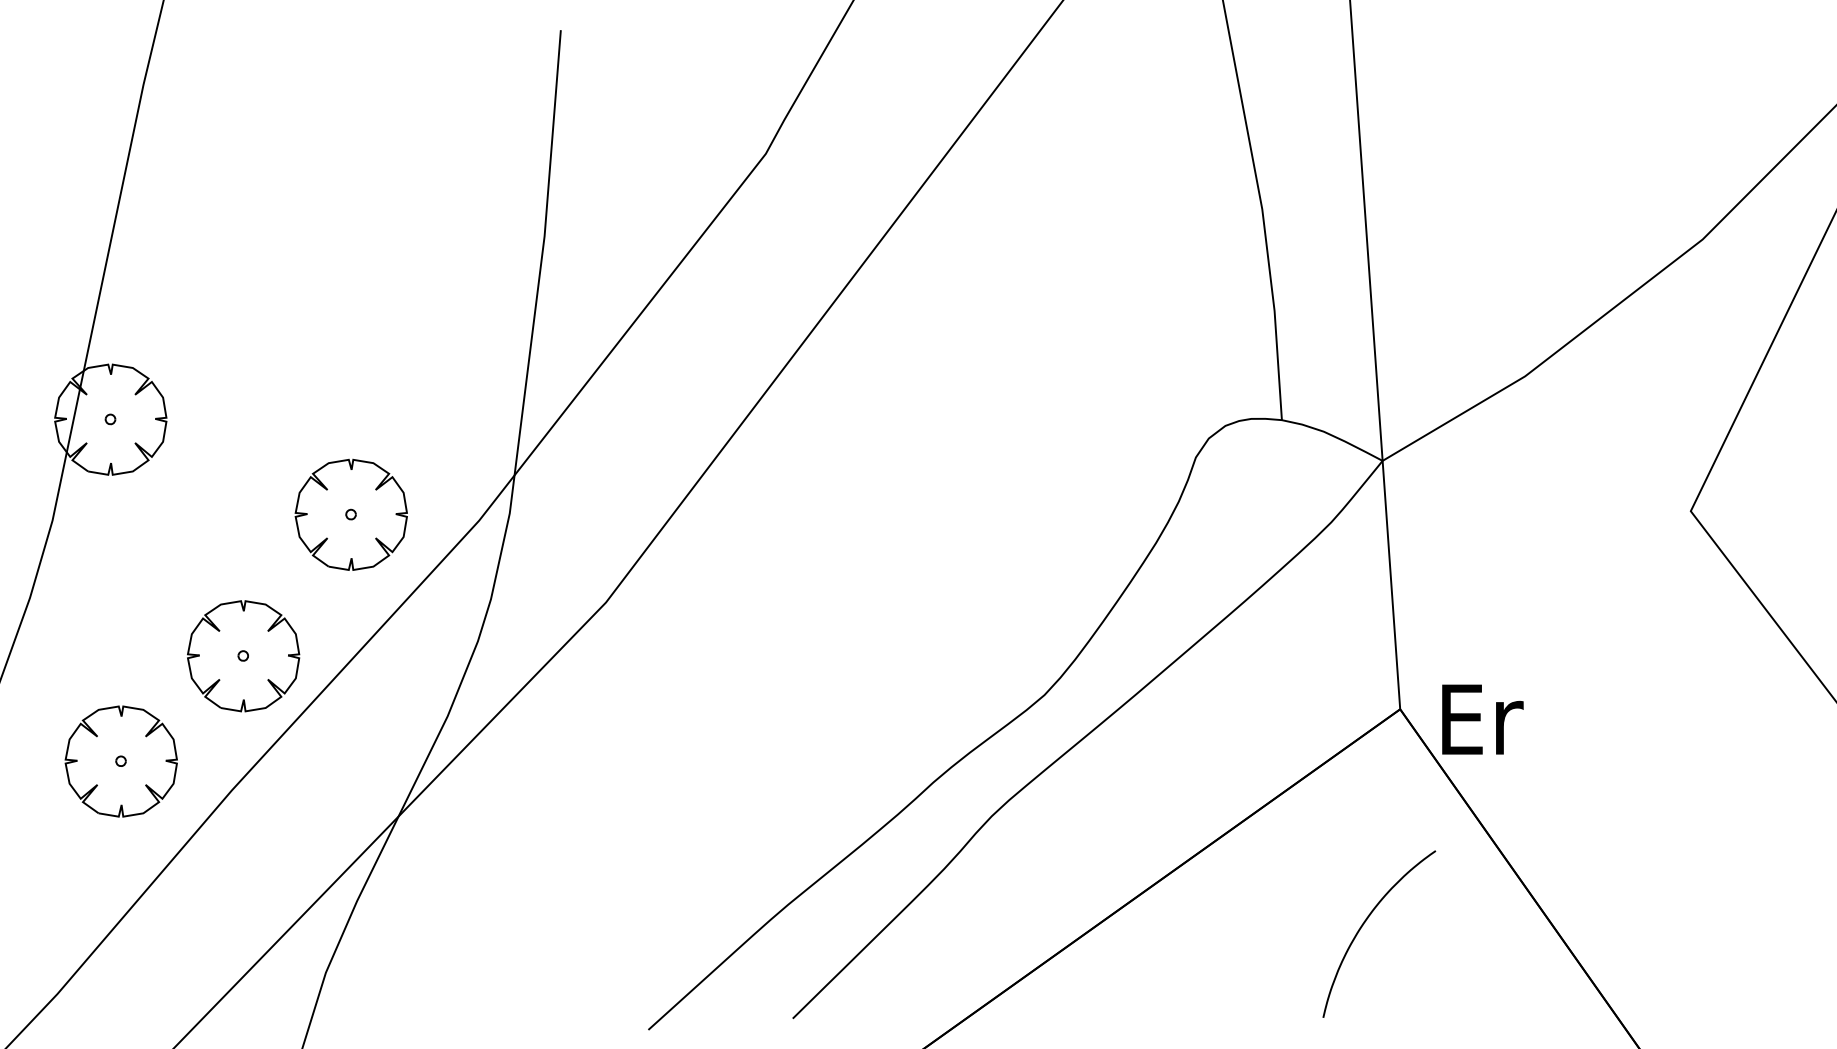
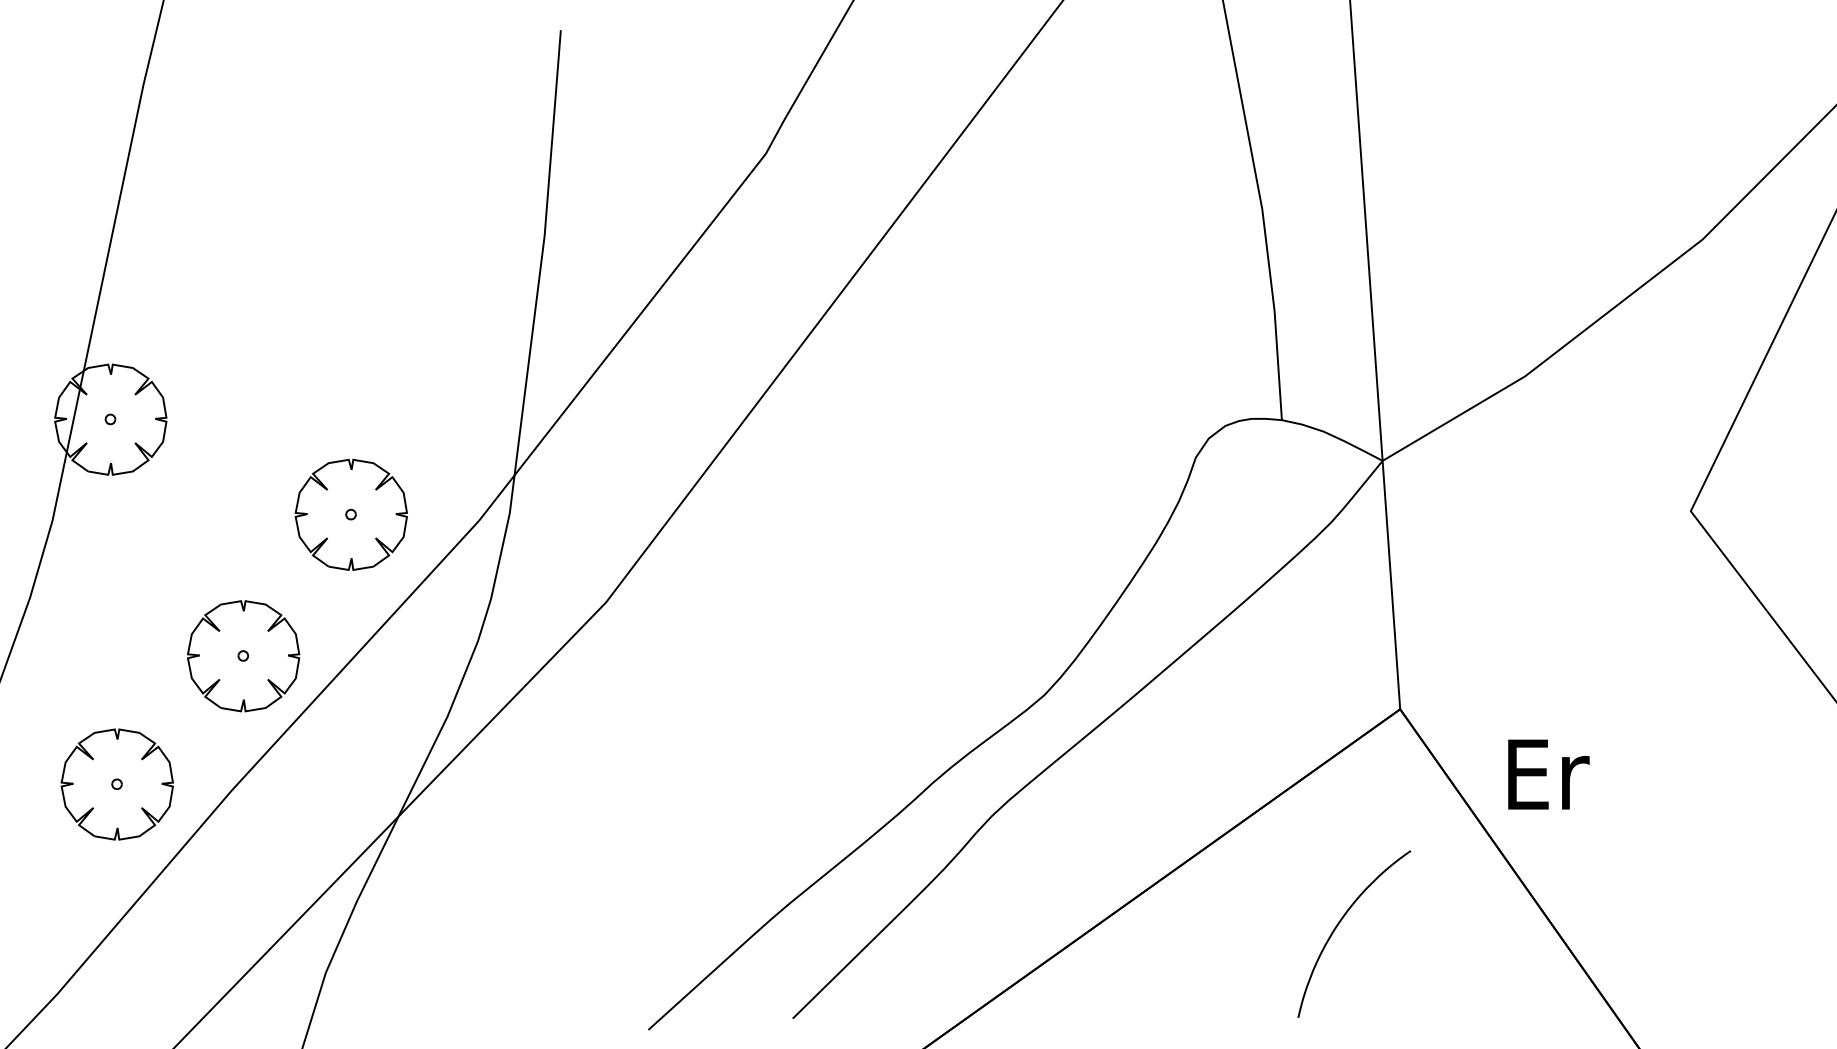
text at (1482, 719) position: (1482, 719) -> (1548, 774)
part at (120, 761) position: (120, 761) -> (116, 784)
curve at (1364, 924) position: (1364, 924) -> (1339, 924)
